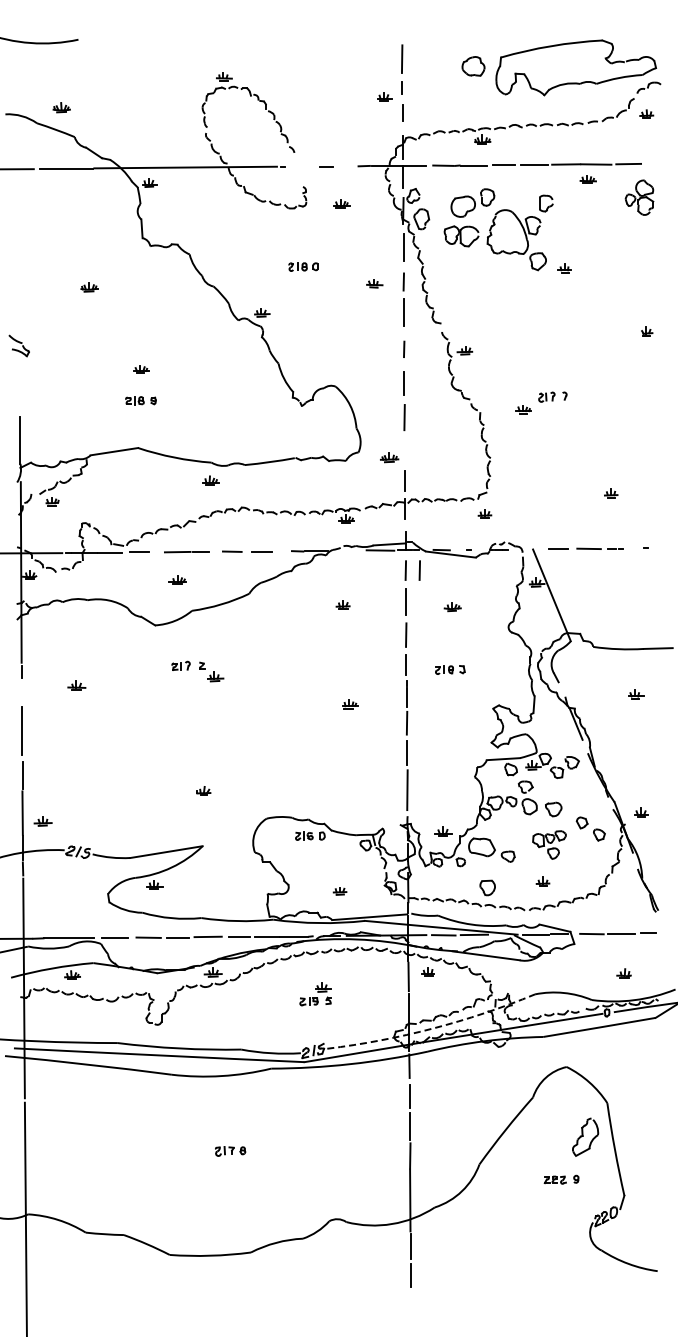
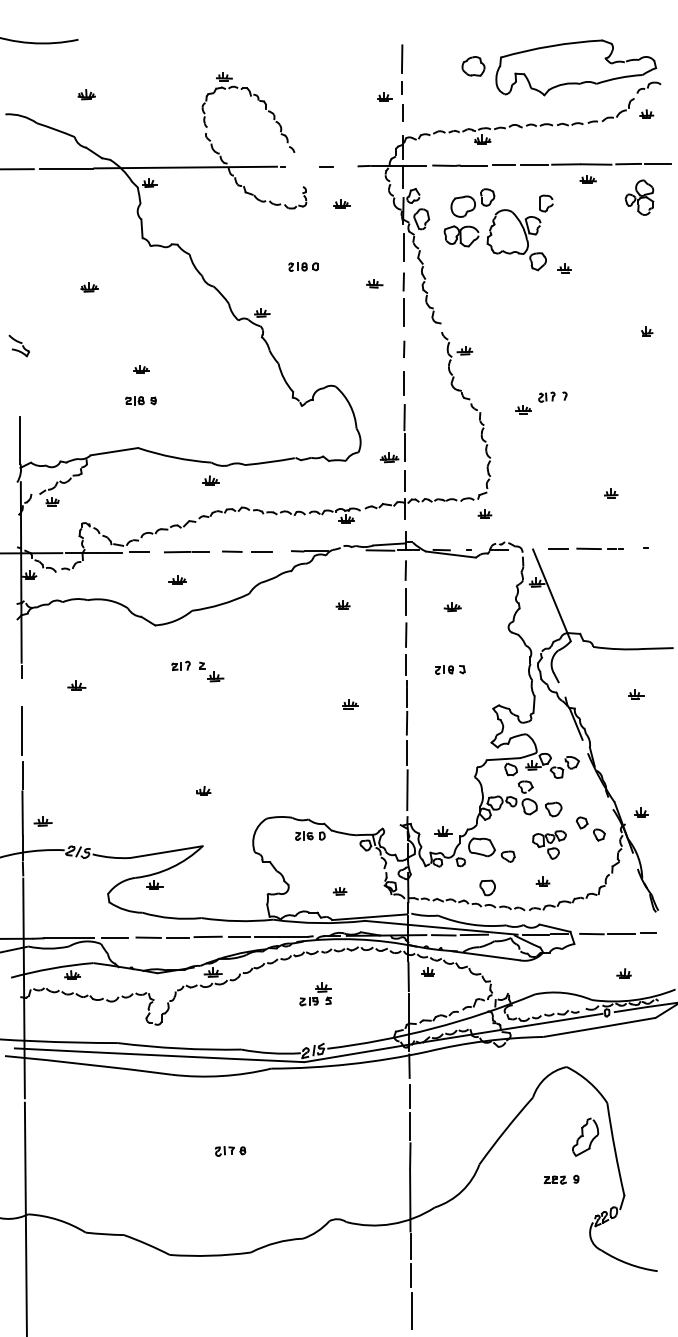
part at (61, 107) position: (61, 107) -> (86, 94)
line at (657, 163): none -> present
line at (404, 447): none -> present
line at (419, 570): present -> none
arc at (433, 1028): dashed -> solid
line at (411, 1310): none -> present
